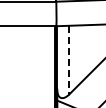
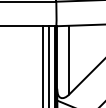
line at (69, 60): dashed -> solid
line at (42, 65): none -> present
line at (49, 65): none -> present
